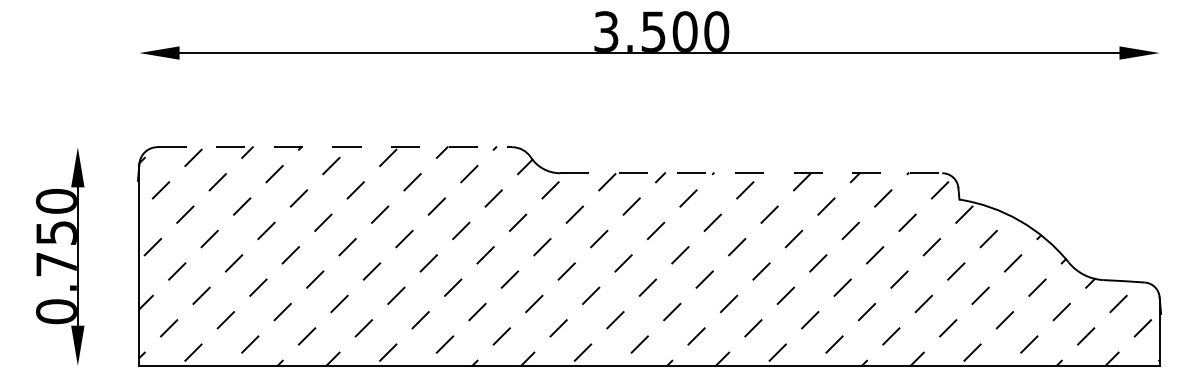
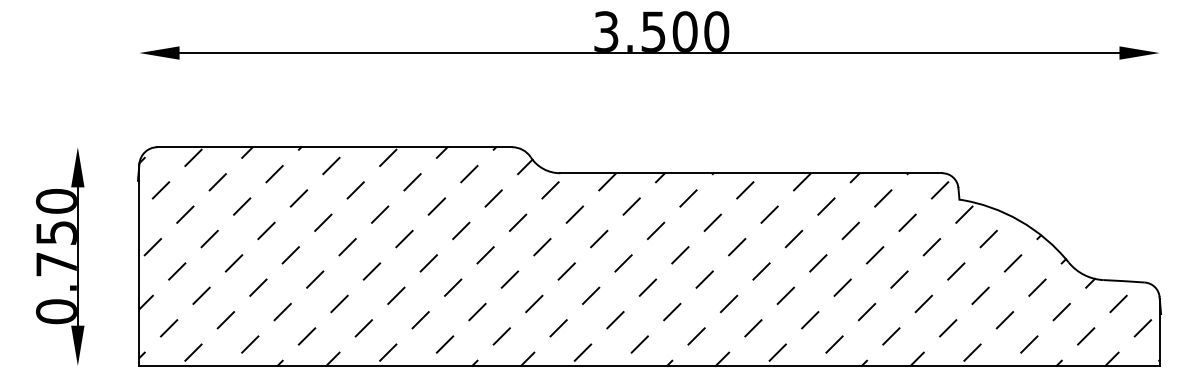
line at (335, 147): dashed -> solid
line at (751, 173): dashed -> solid
